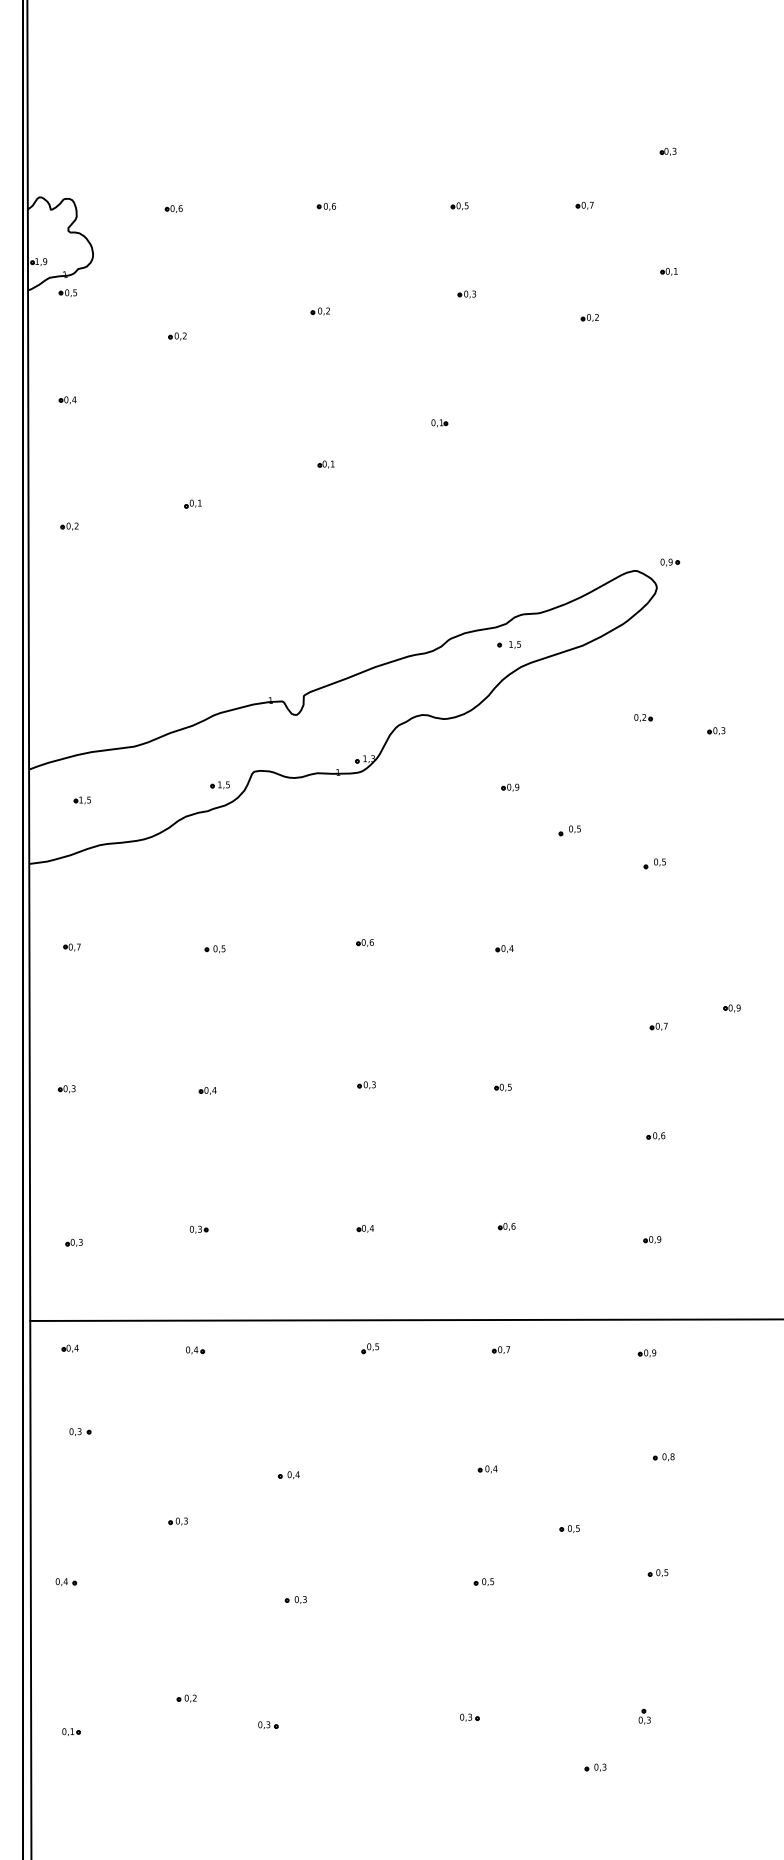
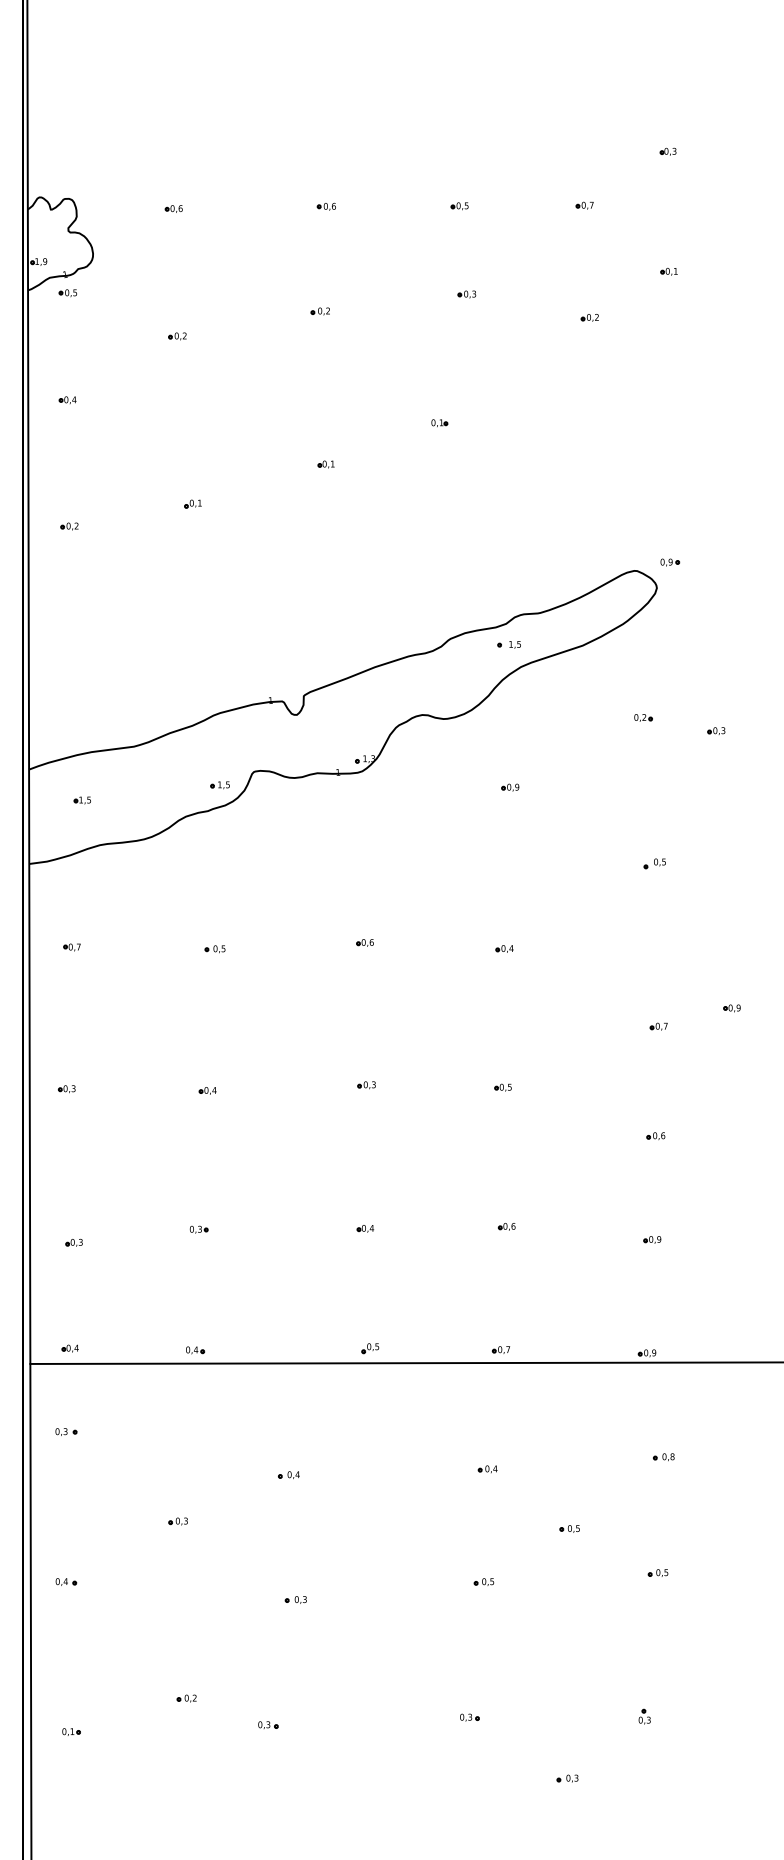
part at (569, 830): present -> none
line at (405, 1319) position: (405, 1319) -> (405, 1362)
part at (80, 1431) position: (80, 1431) -> (66, 1431)
part at (595, 1767) position: (595, 1767) -> (567, 1778)
